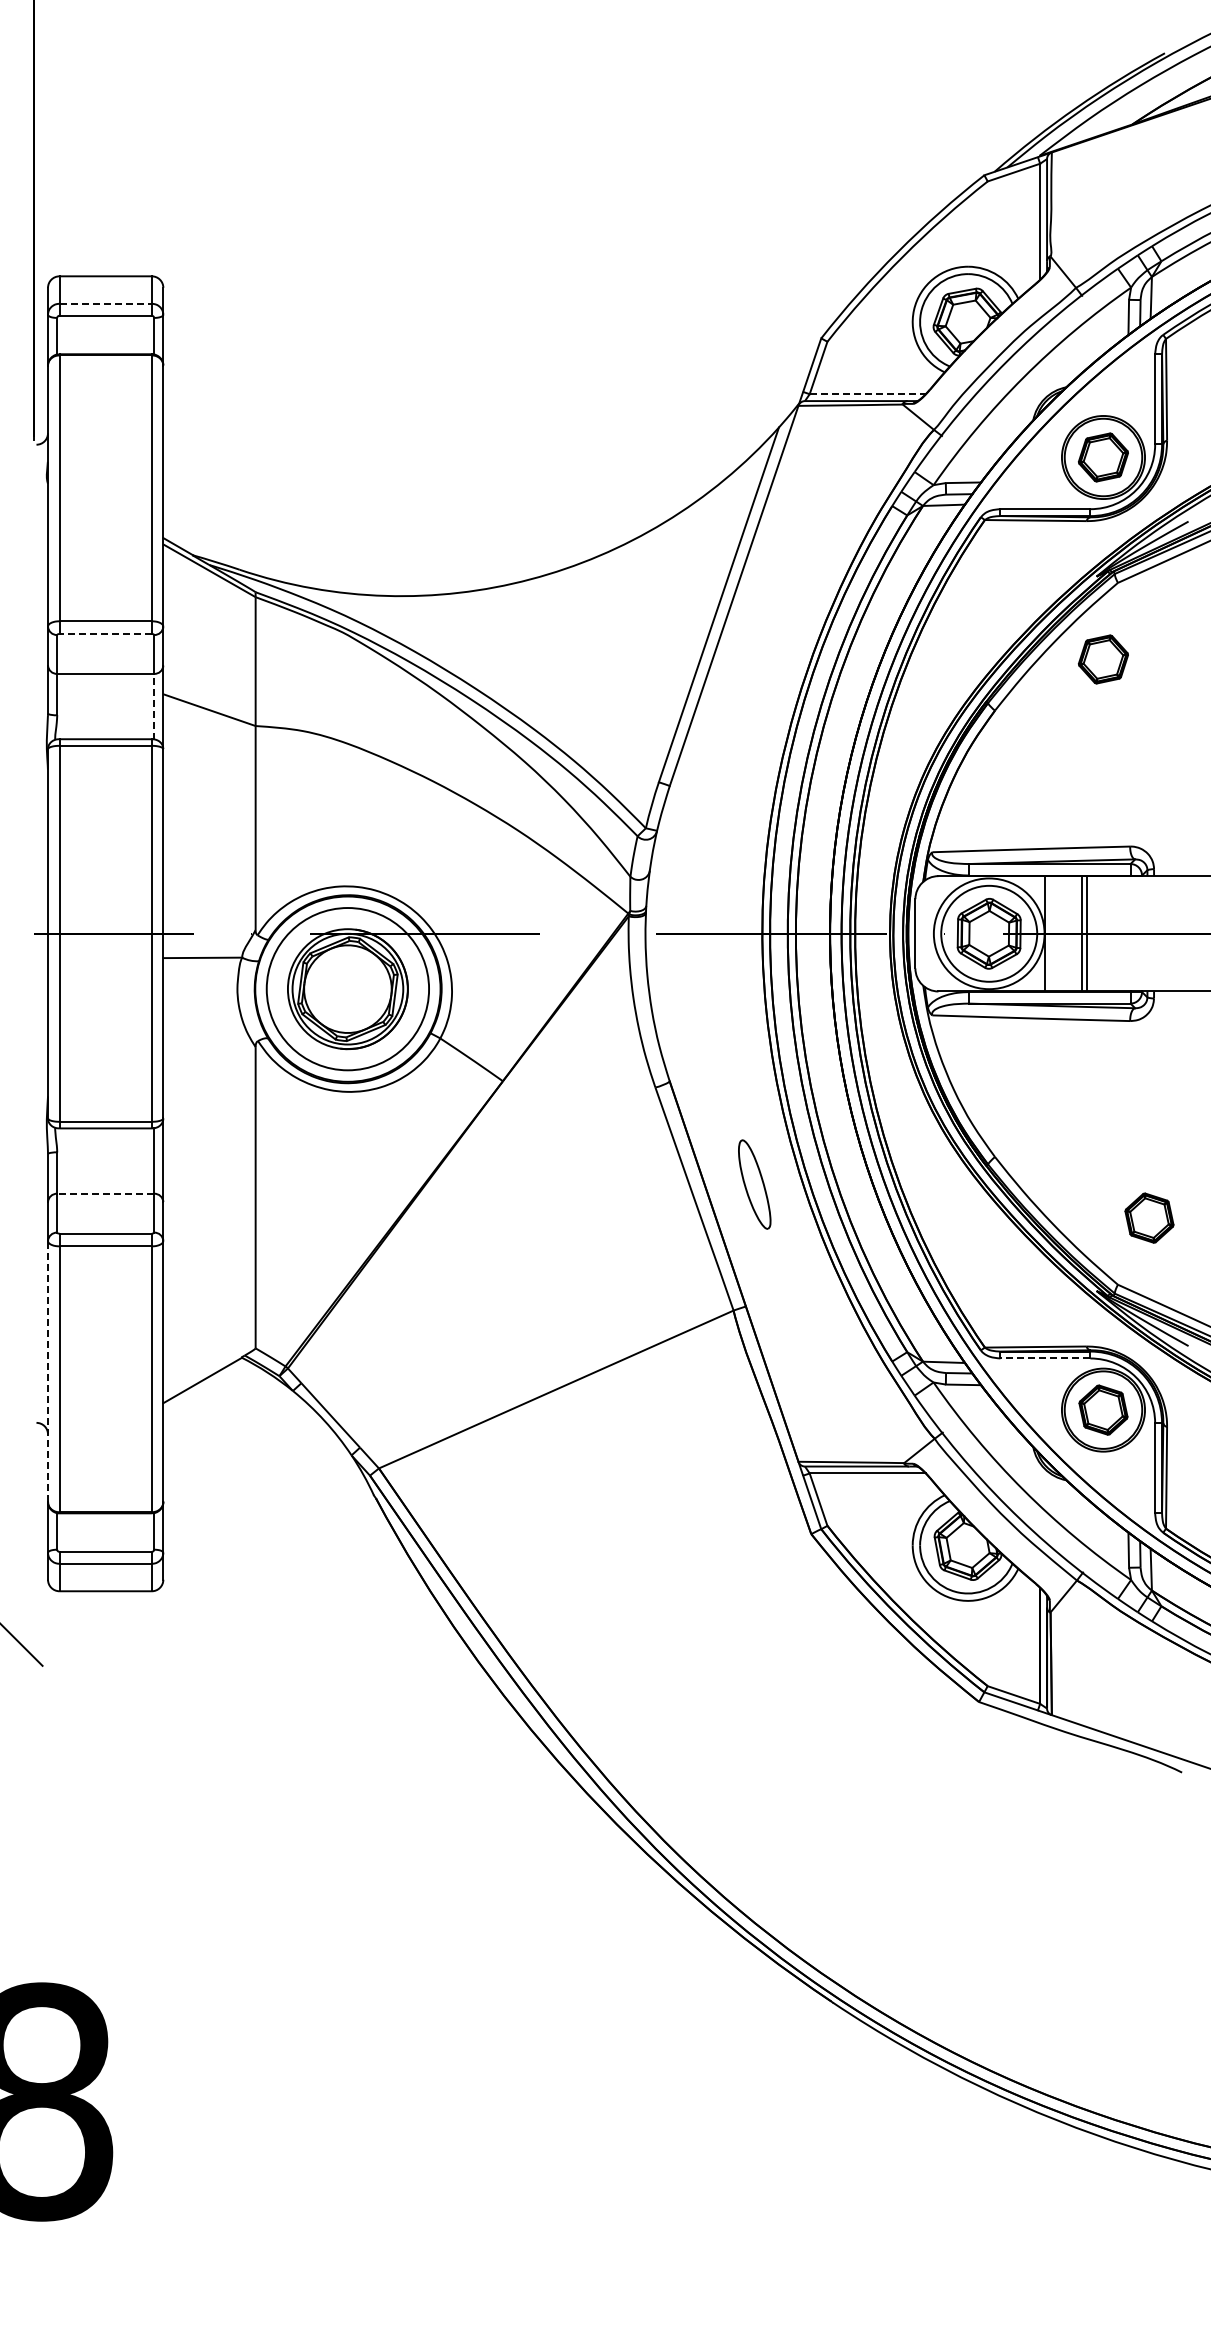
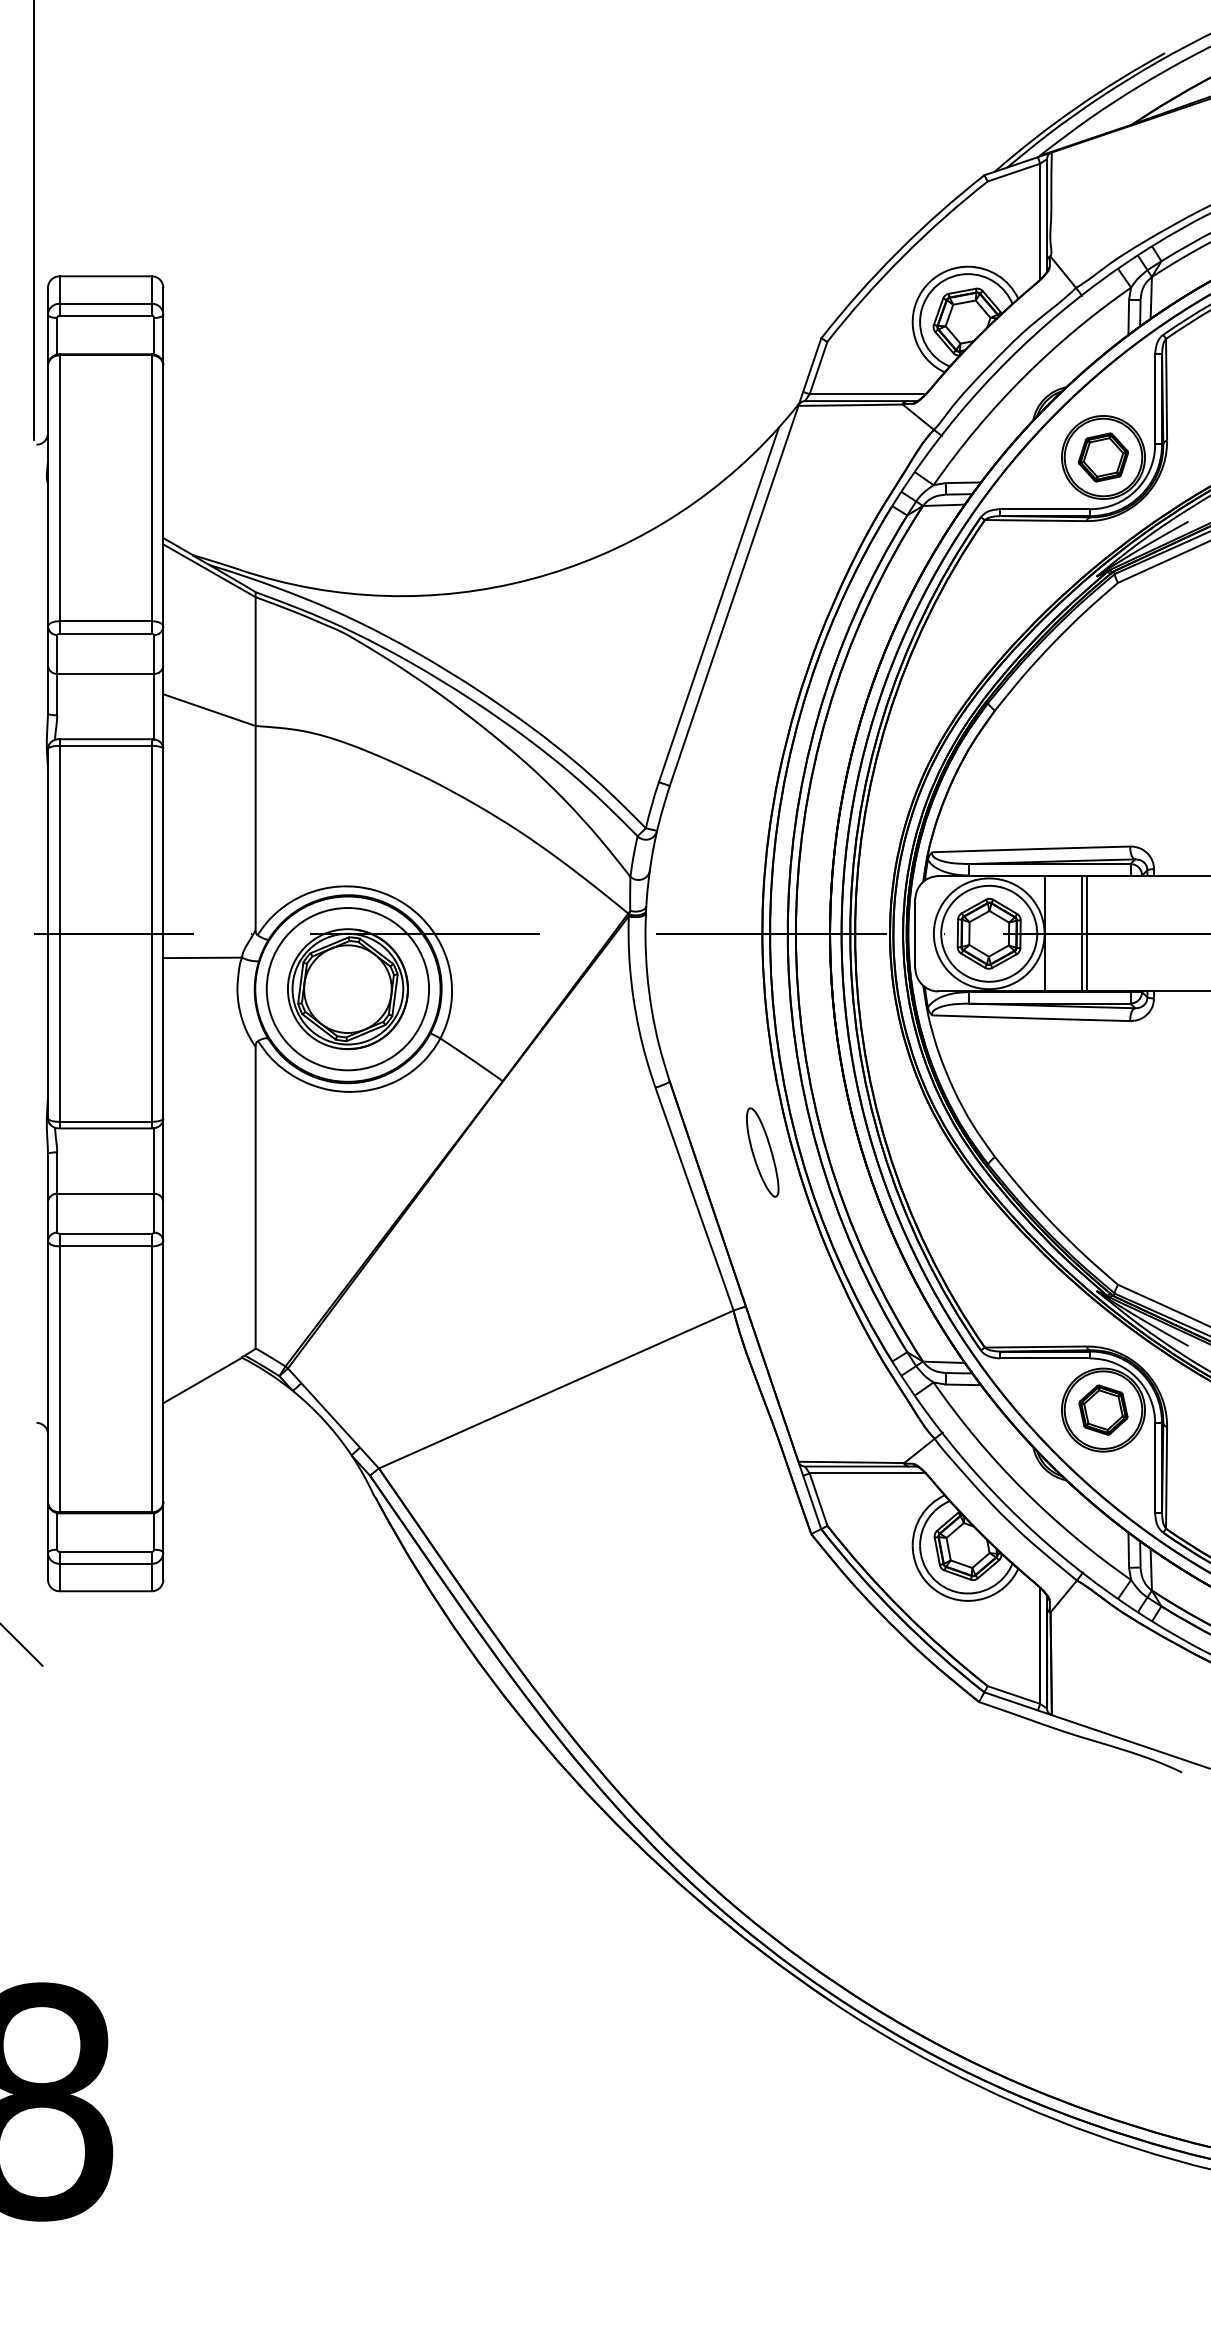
line at (106, 303): dashed -> solid
line at (867, 394): dashed -> solid
line at (105, 634): dashed -> solid
part at (1102, 659): present -> none
line at (154, 706): dashed -> solid
part at (754, 1184) position: (754, 1184) -> (762, 1152)
line at (105, 1193): dashed -> solid
part at (1149, 1217): present -> none
line at (1045, 1358): dashed -> solid
line at (48, 1371): dashed -> solid
